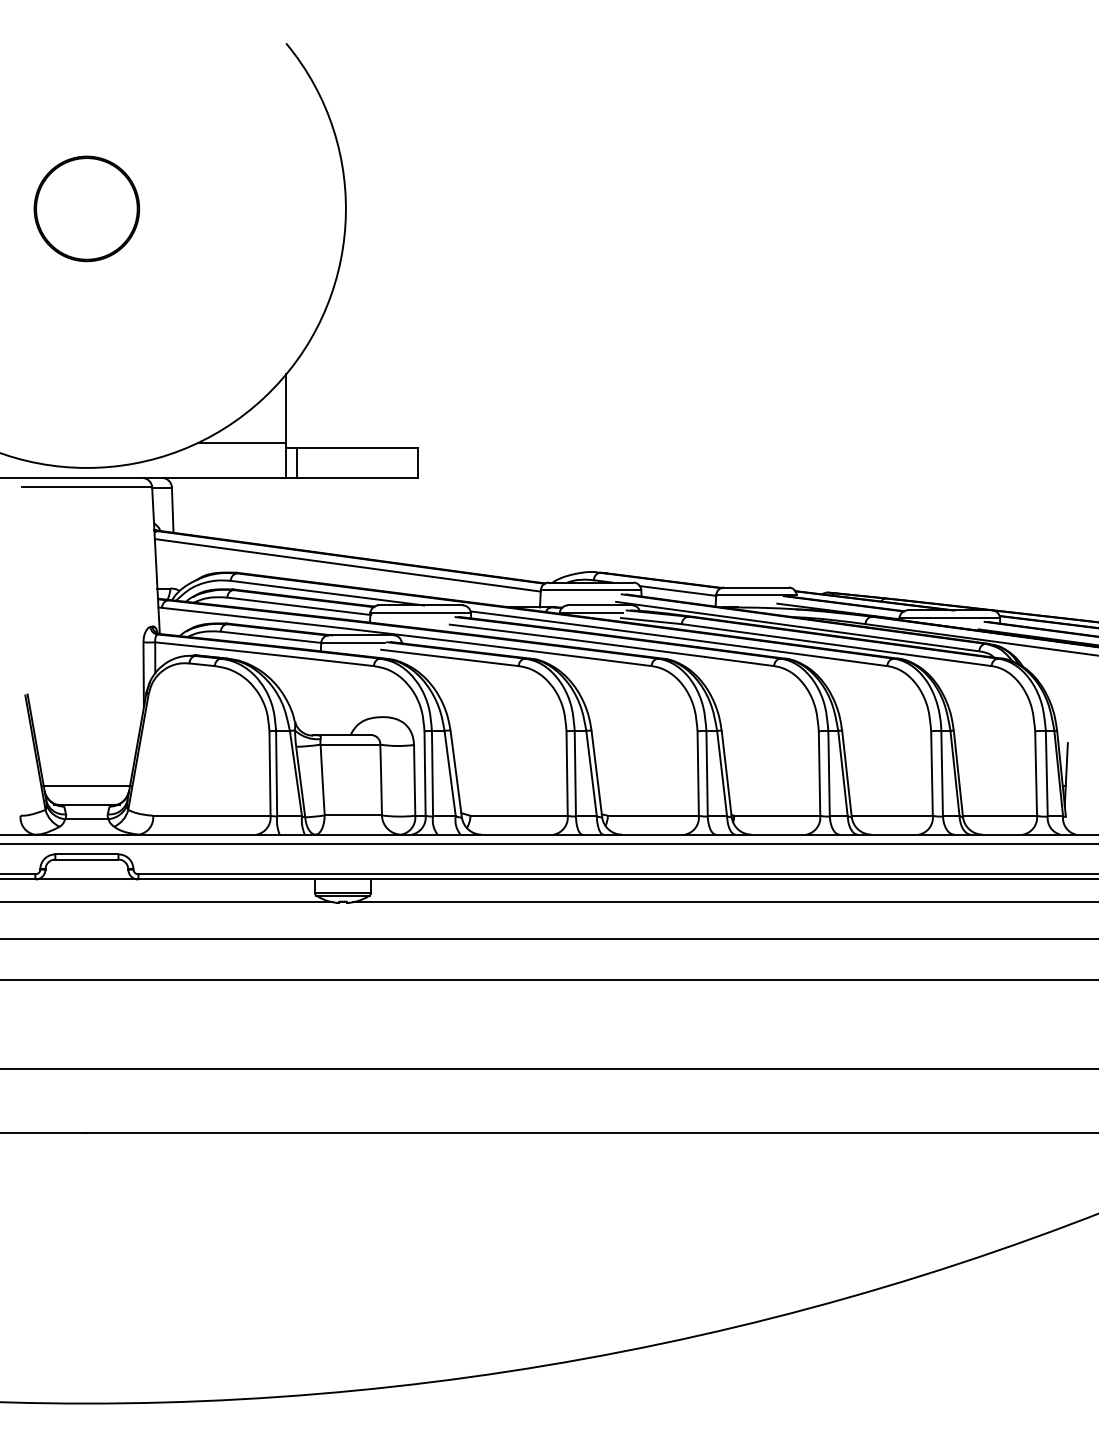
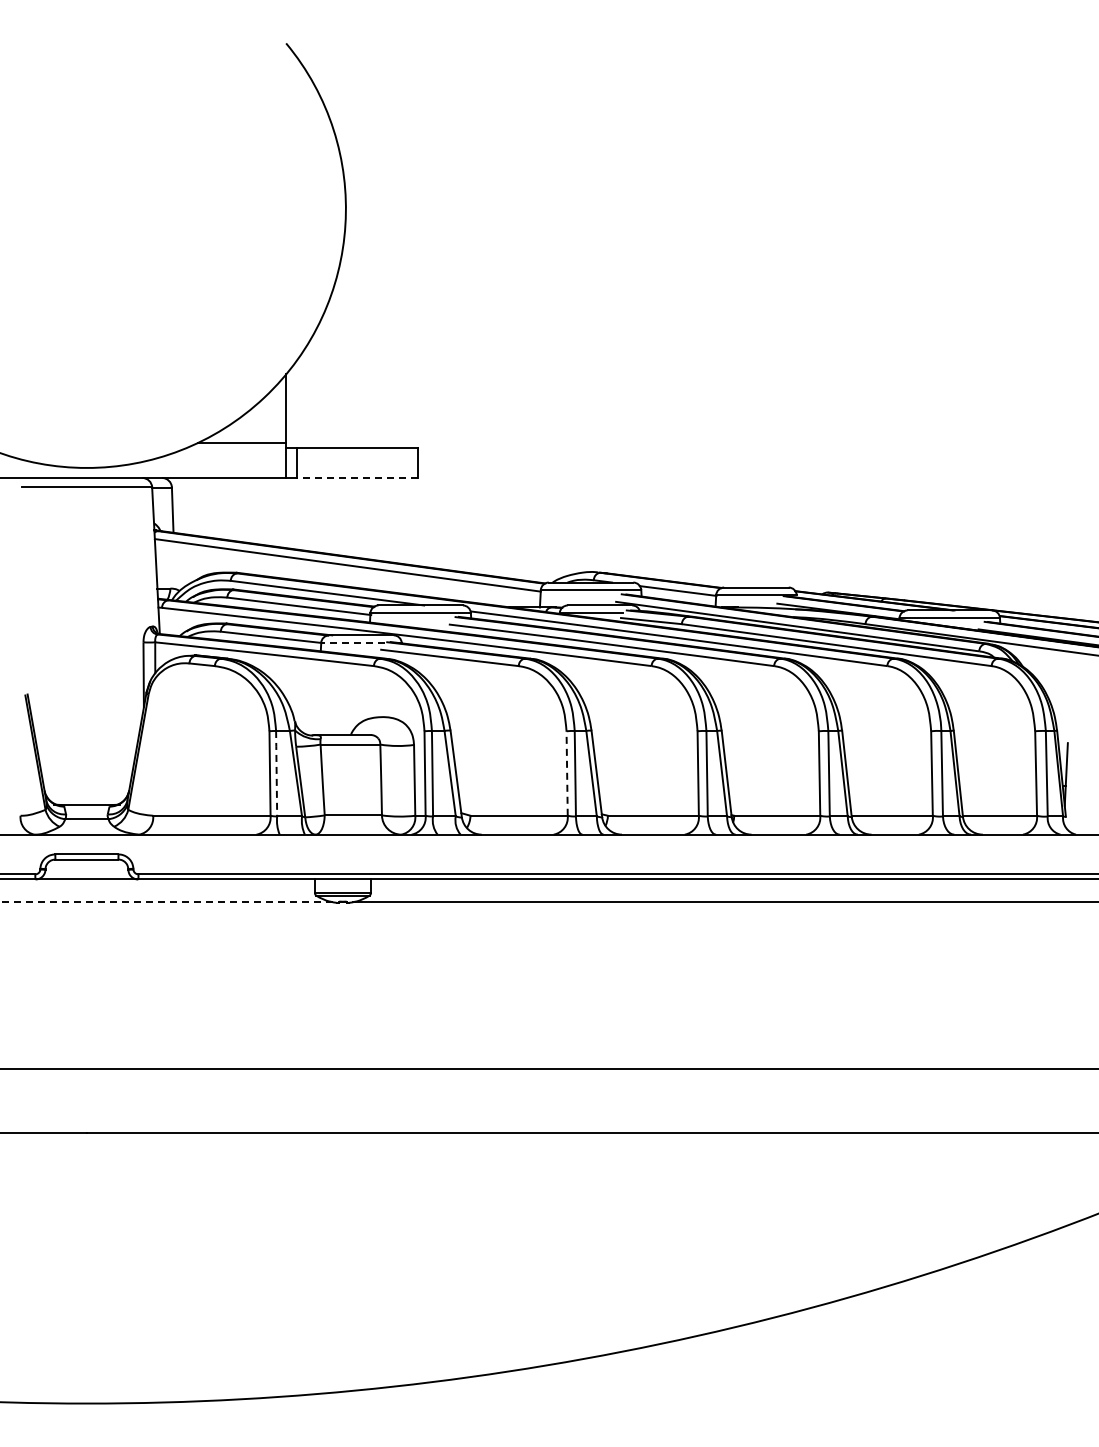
part at (86, 208): present -> none
line at (357, 477): solid -> dashed
line at (353, 642): solid -> dashed
line at (567, 773): solid -> dashed
line at (276, 774): solid -> dashed
line at (86, 785): present -> none
line at (548, 844): present -> none
line at (166, 902): solid -> dashed
line at (548, 939): present -> none
line at (548, 980): present -> none
